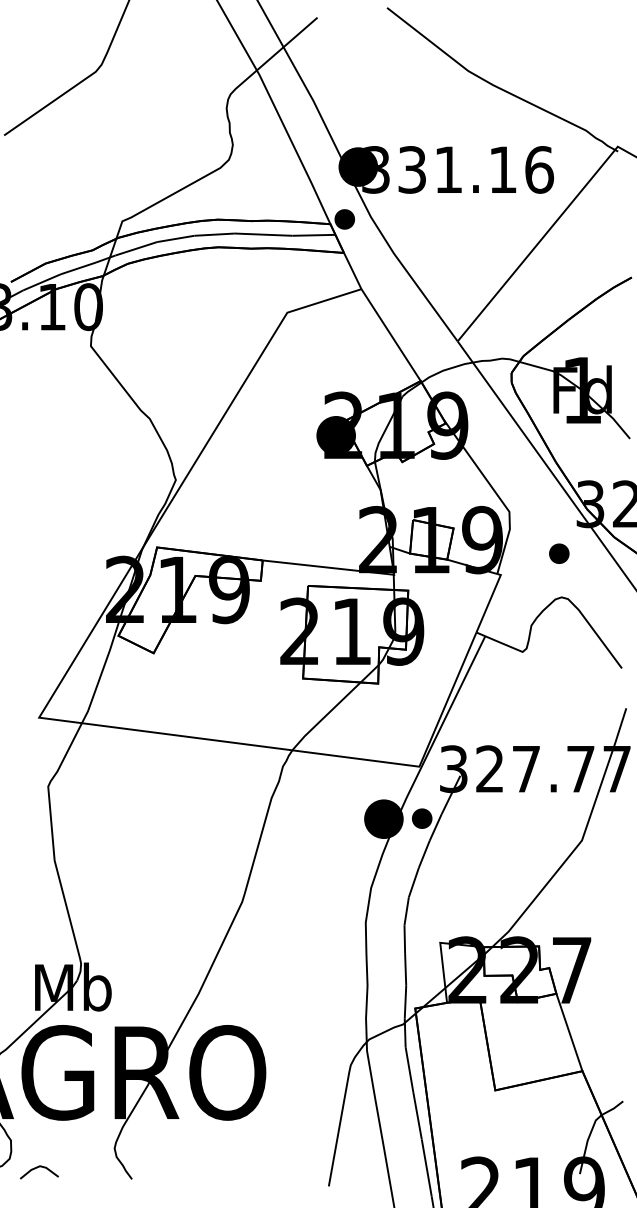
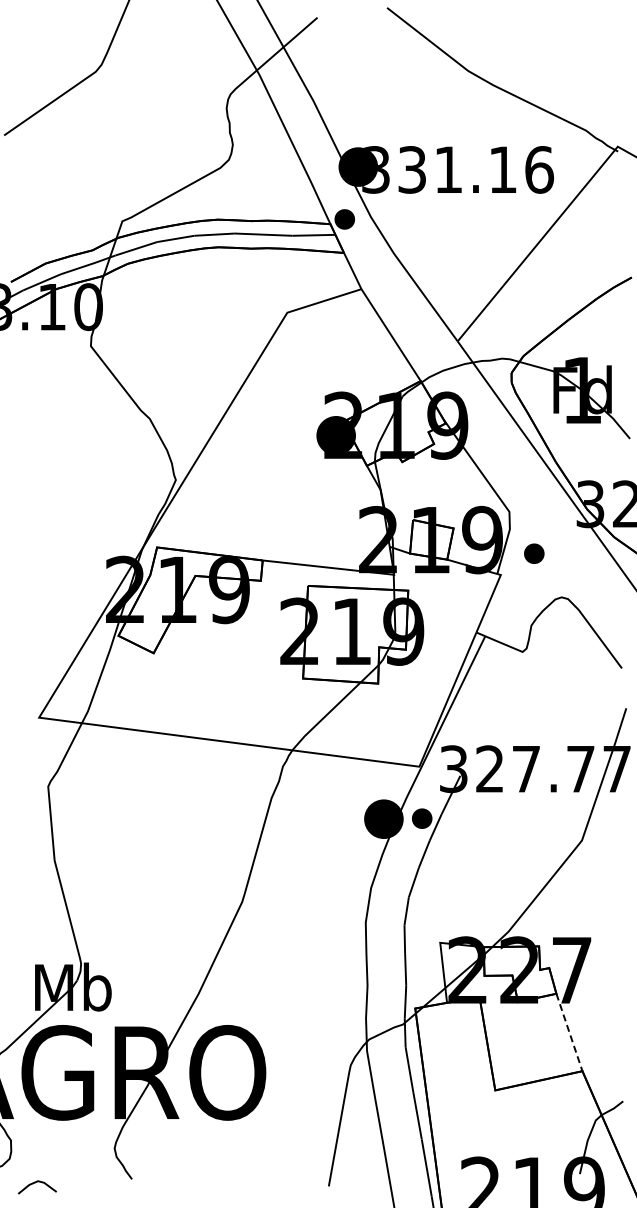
part at (559, 553) position: (559, 553) -> (534, 553)
line at (569, 1032): solid -> dashed
line at (37, 1168) position: (37, 1168) -> (35, 1183)
